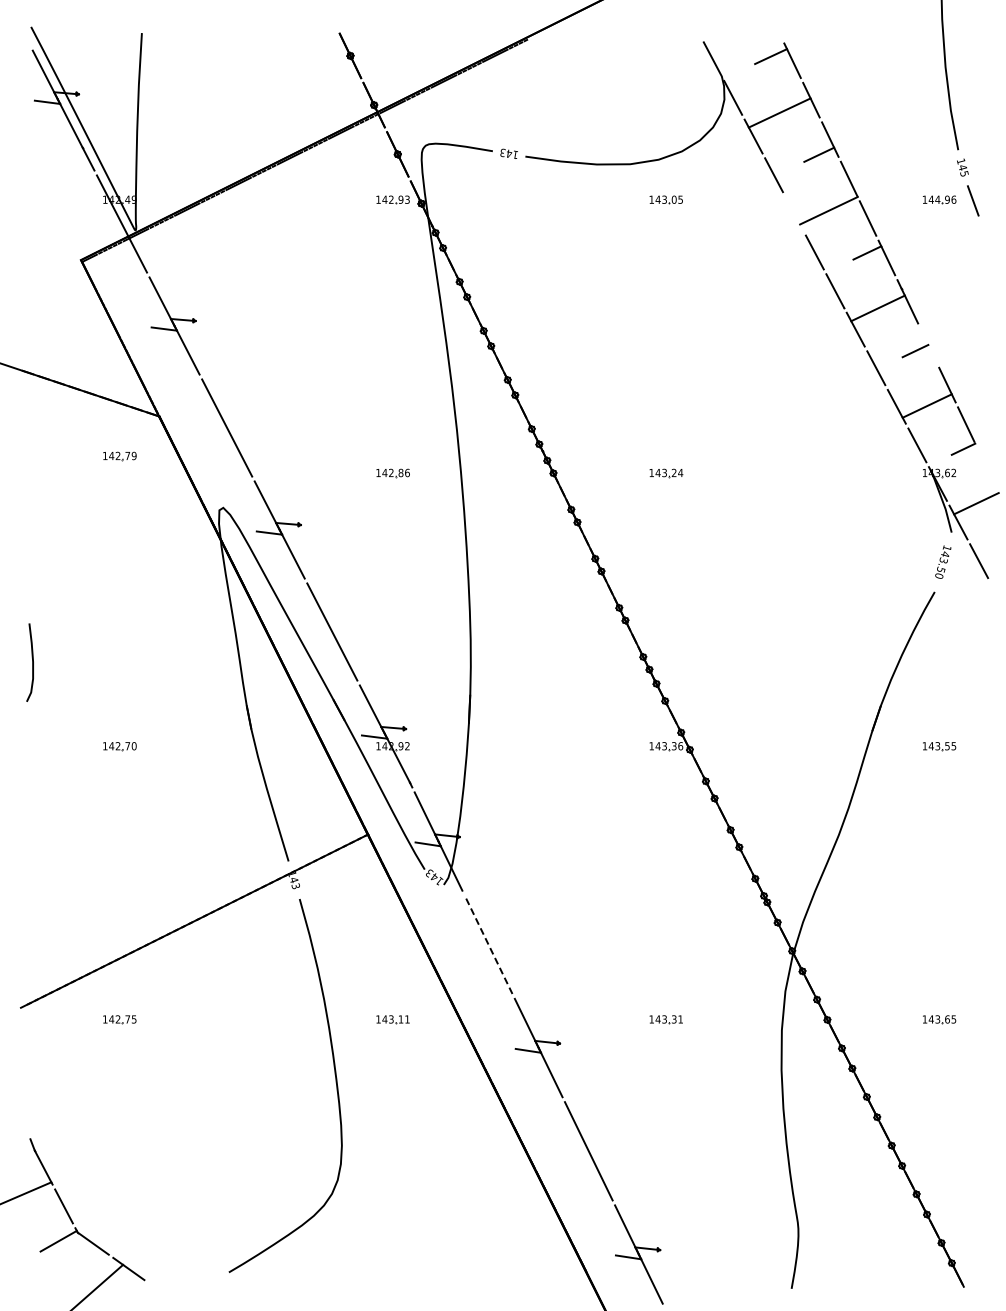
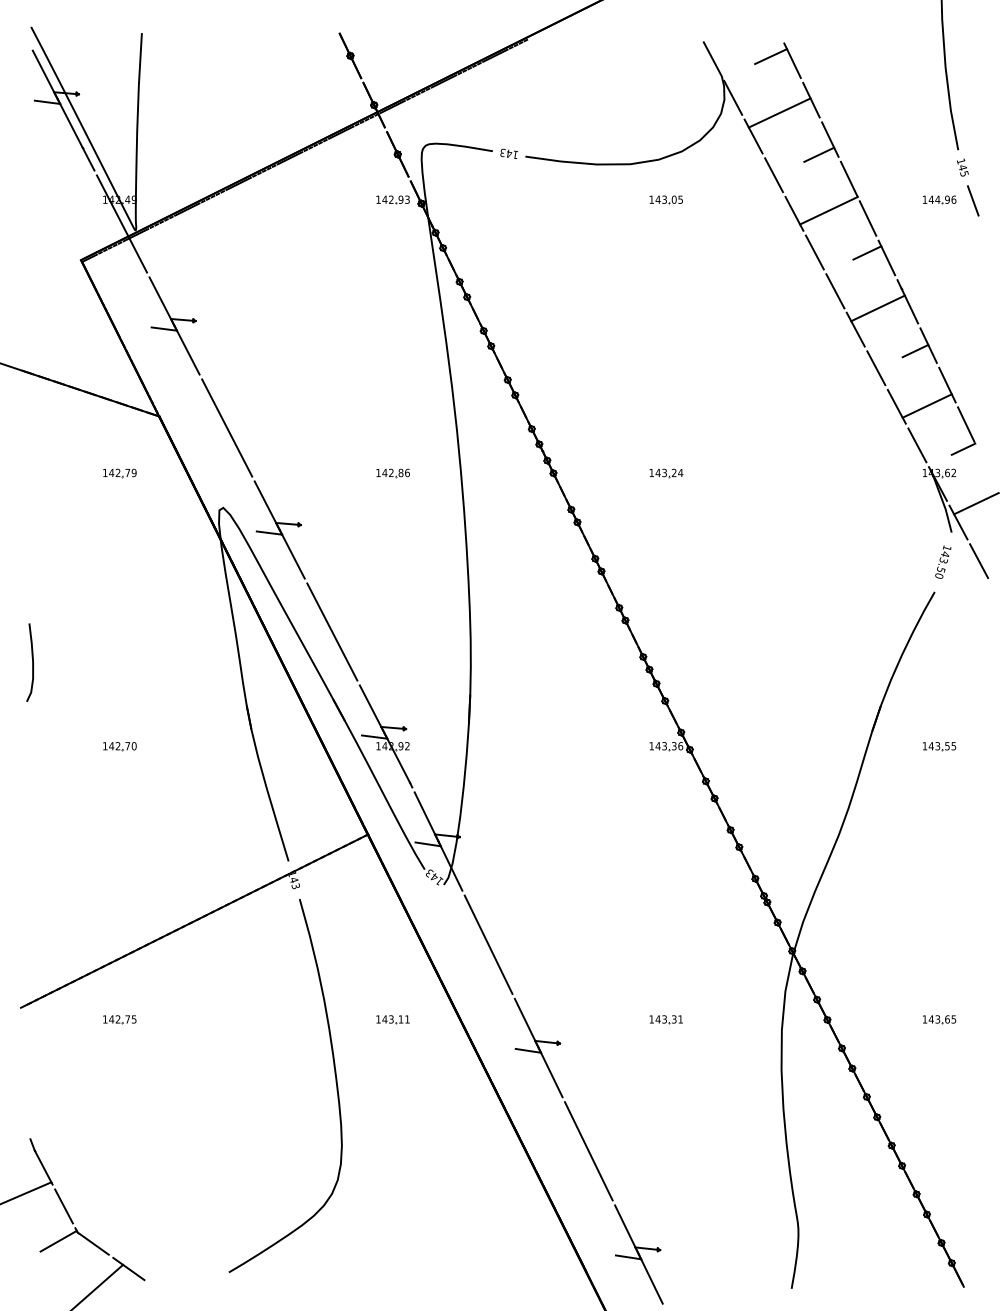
line at (794, 213): none -> present
line at (928, 345): none -> present
part at (119, 456) position: (119, 456) -> (119, 473)
line at (488, 944): dashed -> solid
